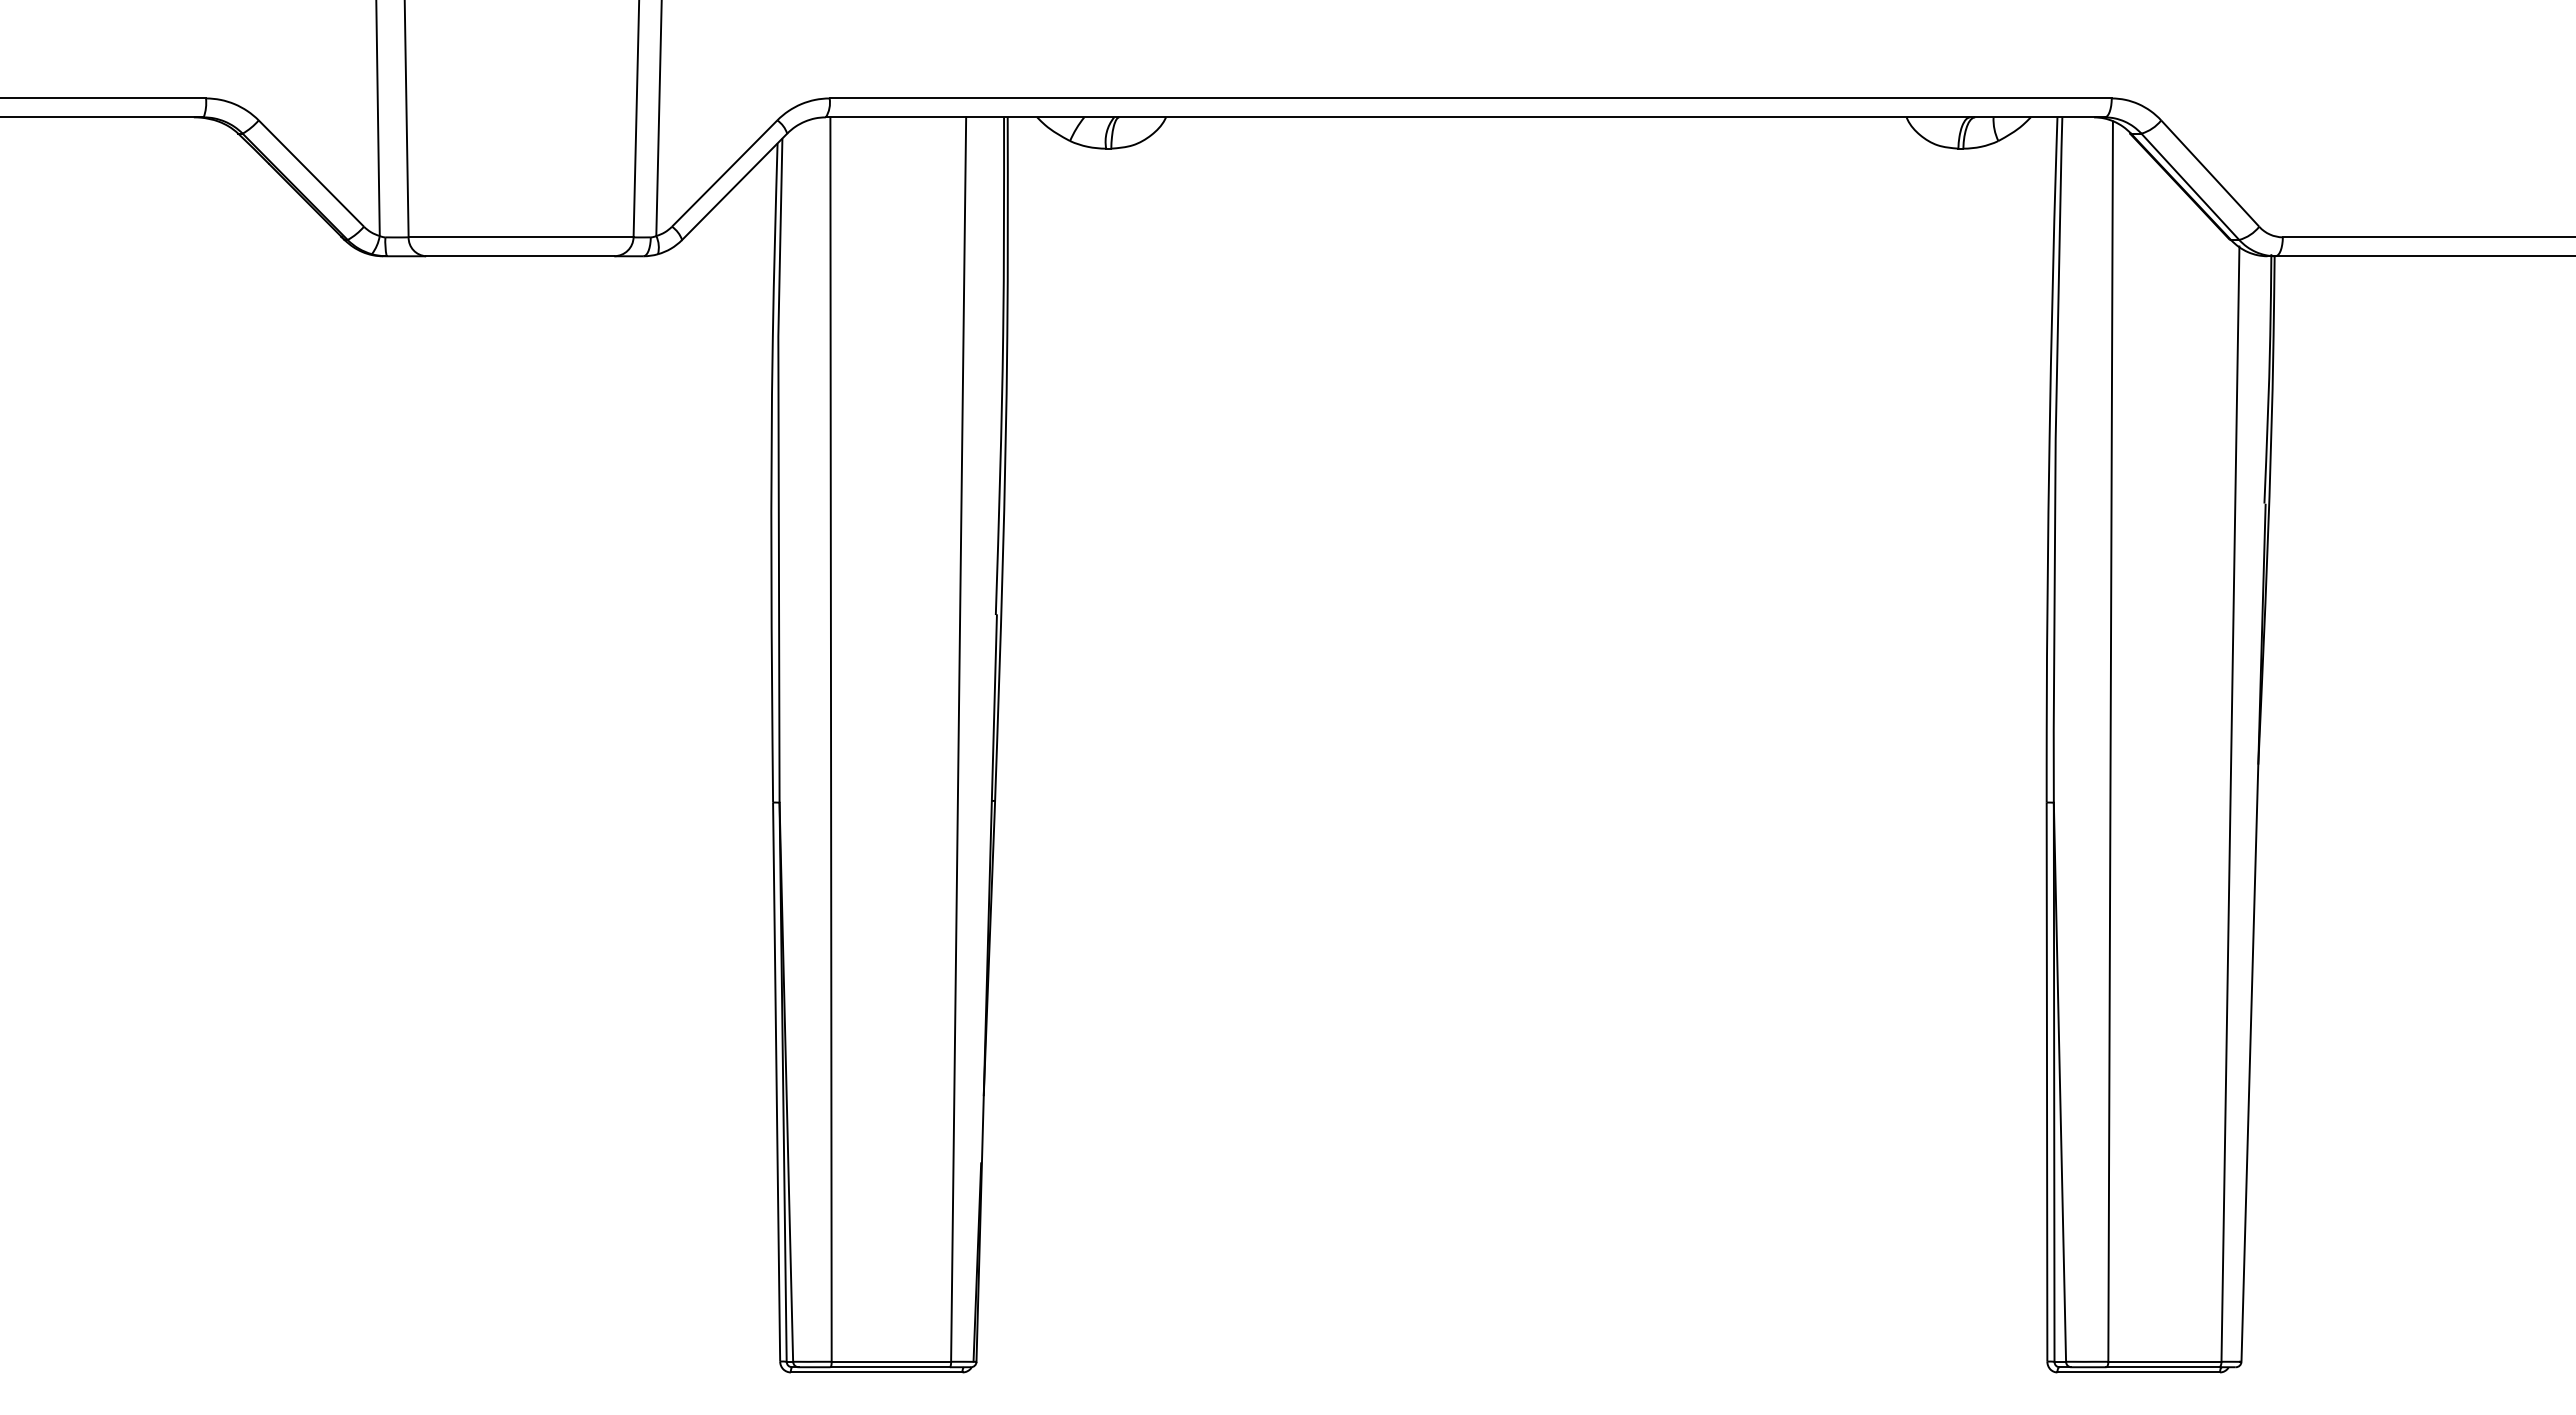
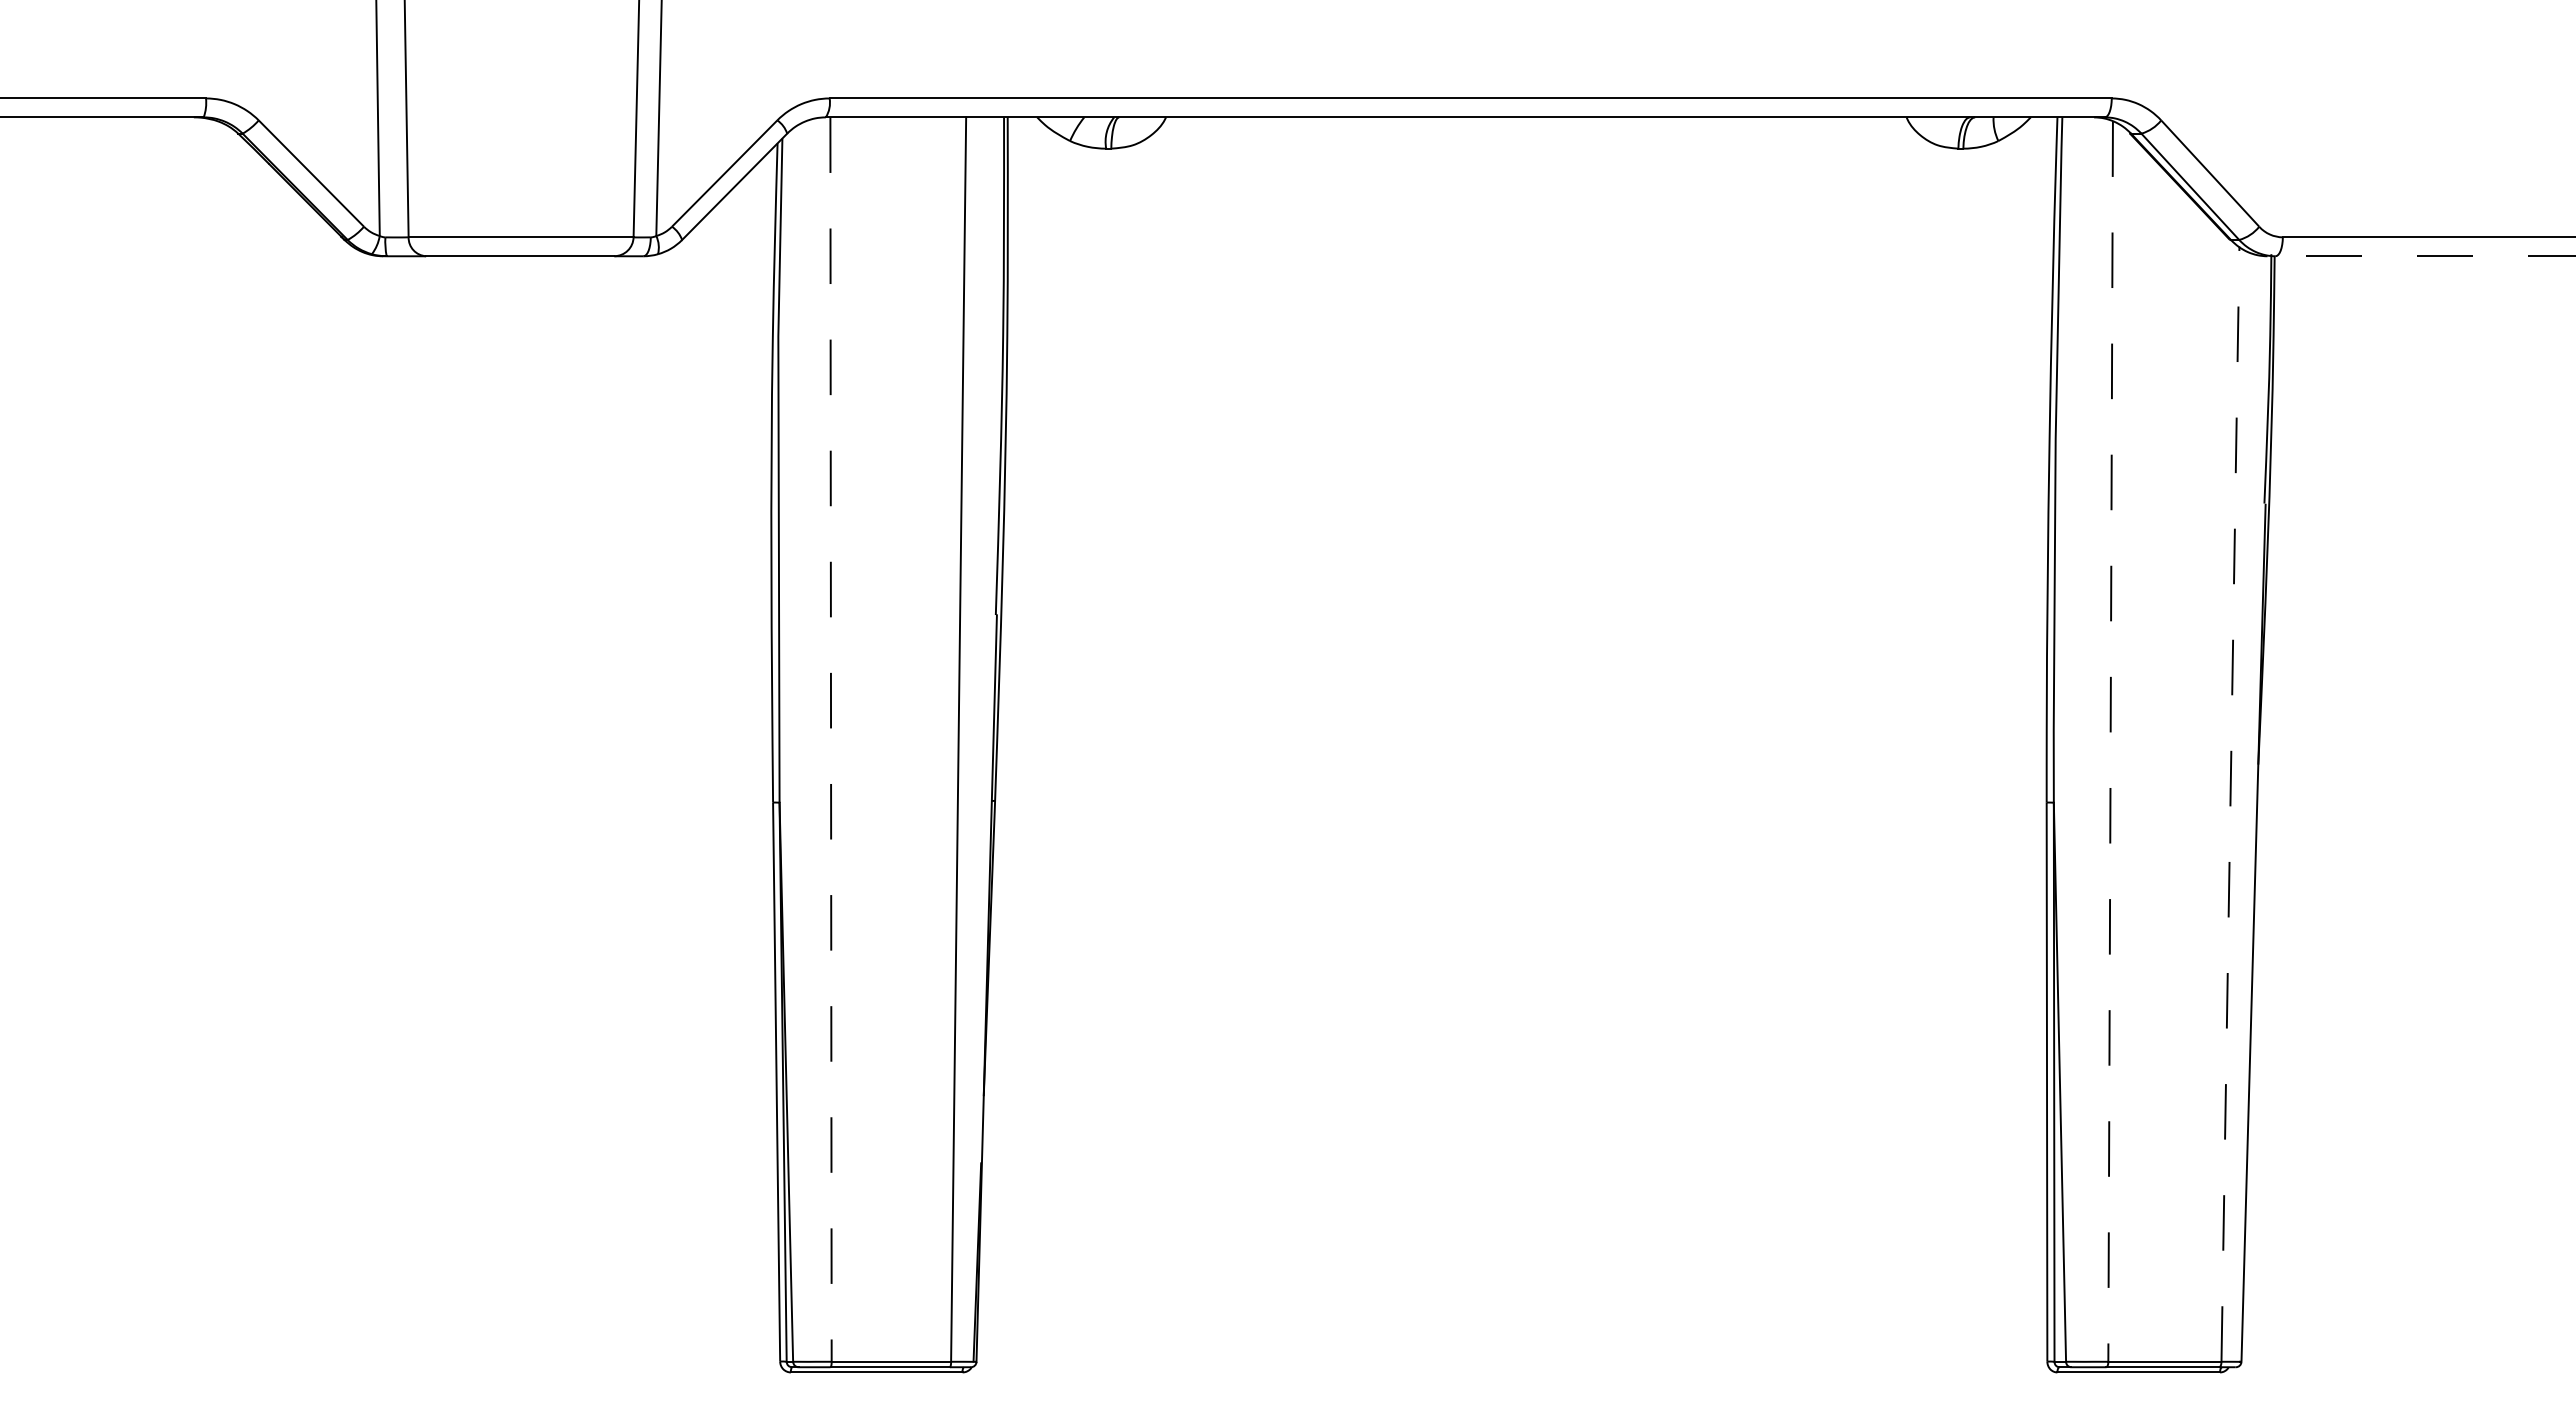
line at (2421, 256): solid -> dashed
line at (831, 740): solid -> dashed
line at (2110, 742): solid -> dashed
line at (2230, 804): solid -> dashed
